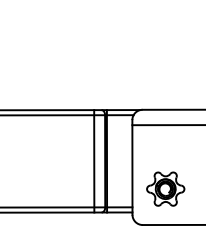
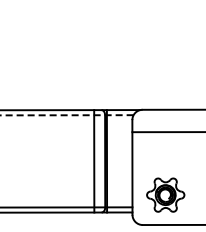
line at (66, 115): solid -> dashed
line at (167, 125) position: (167, 125) -> (167, 132)
part at (165, 188) position: (165, 188) -> (165, 194)
